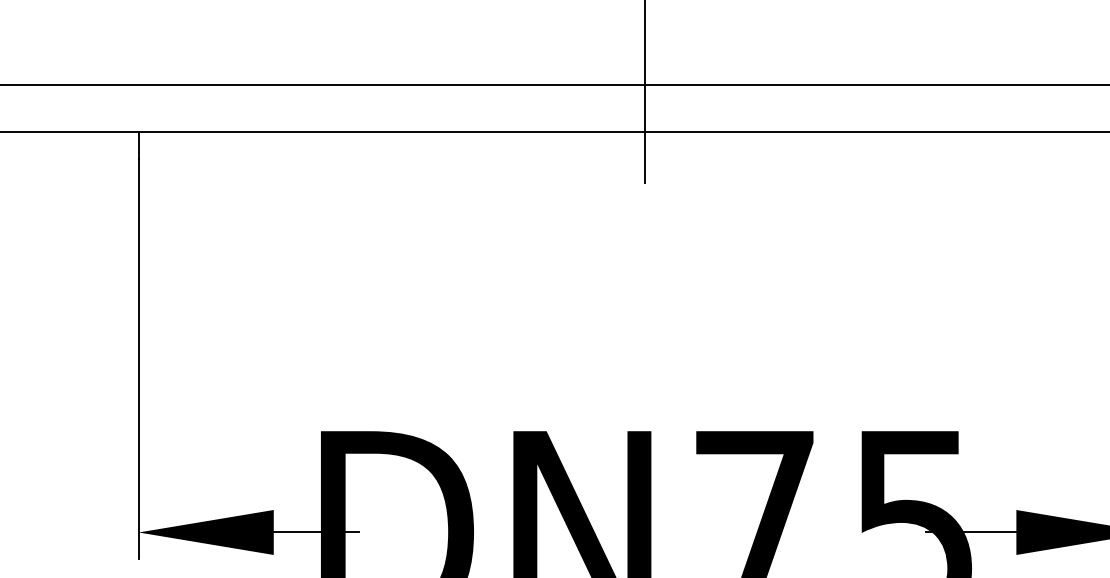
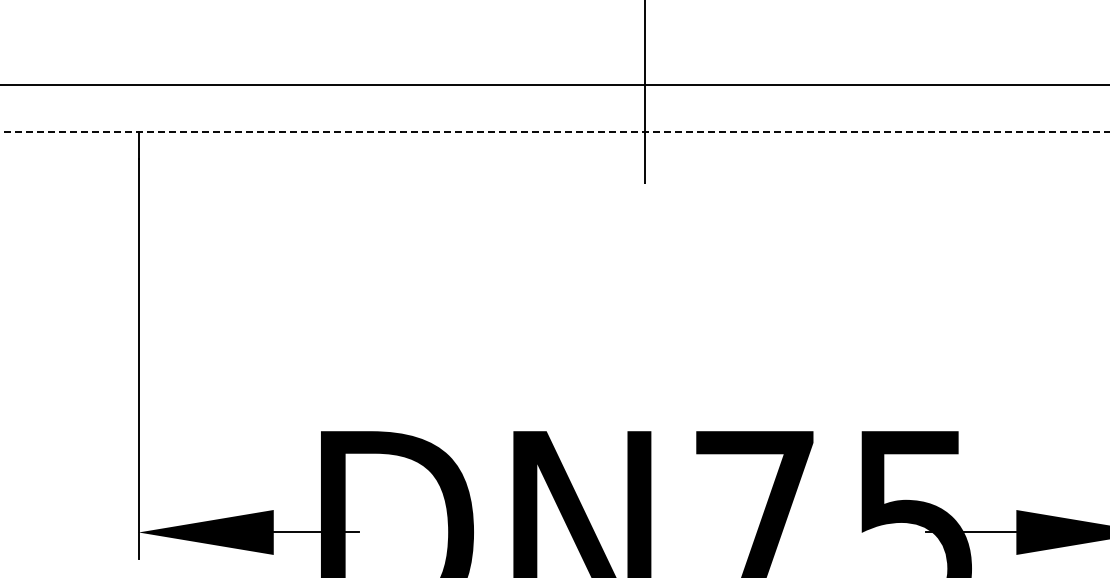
line at (554, 132): solid -> dashed
